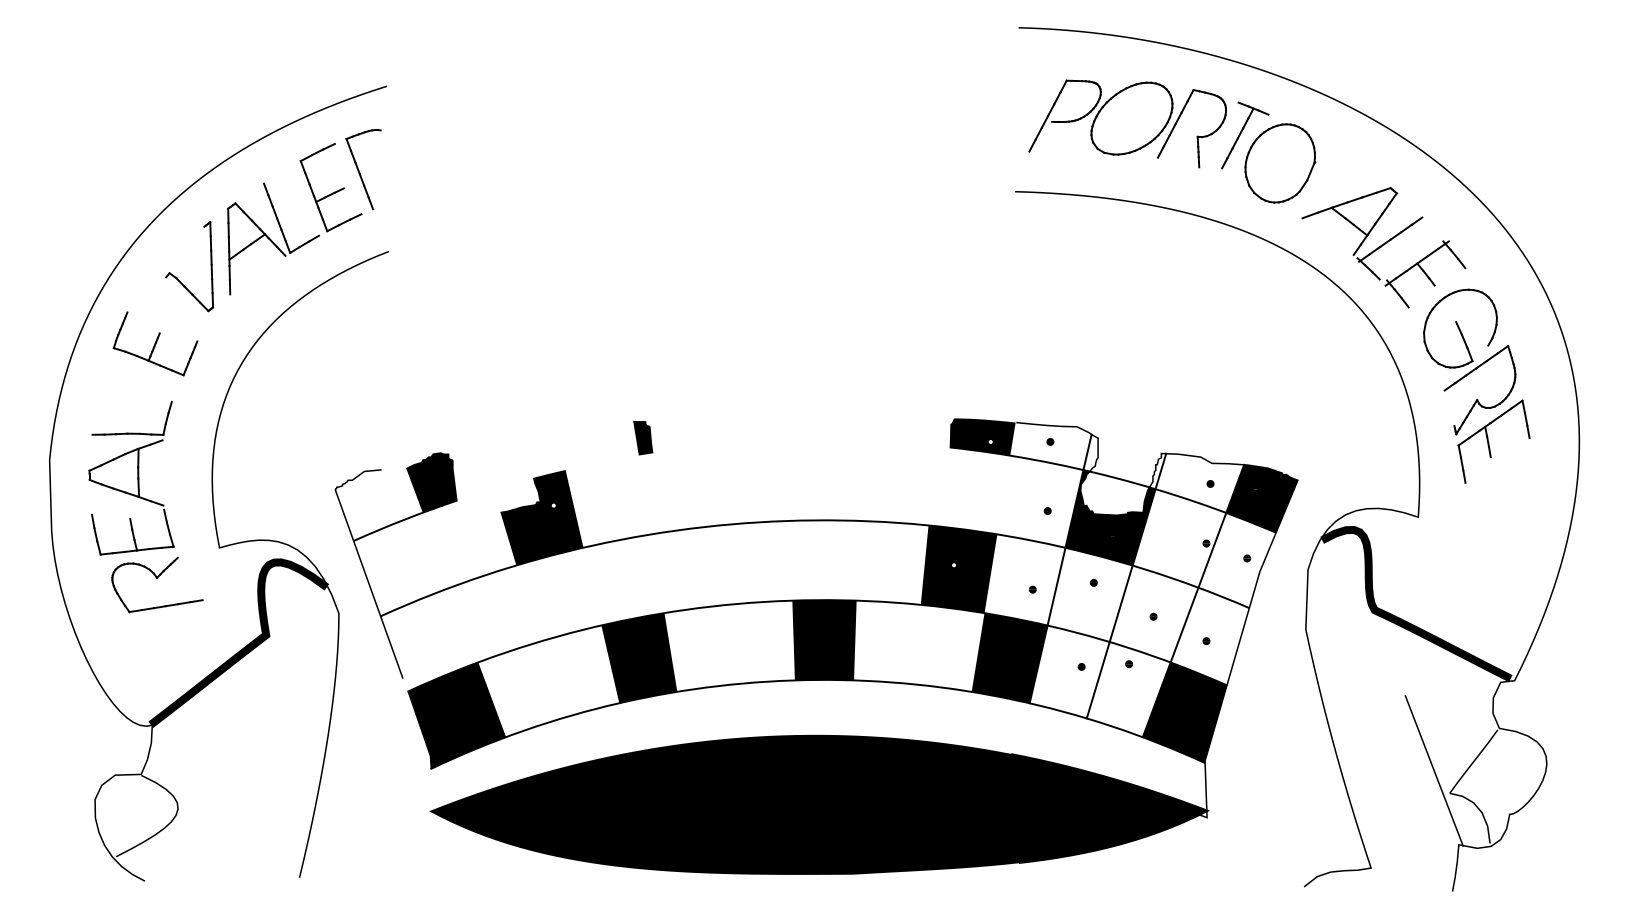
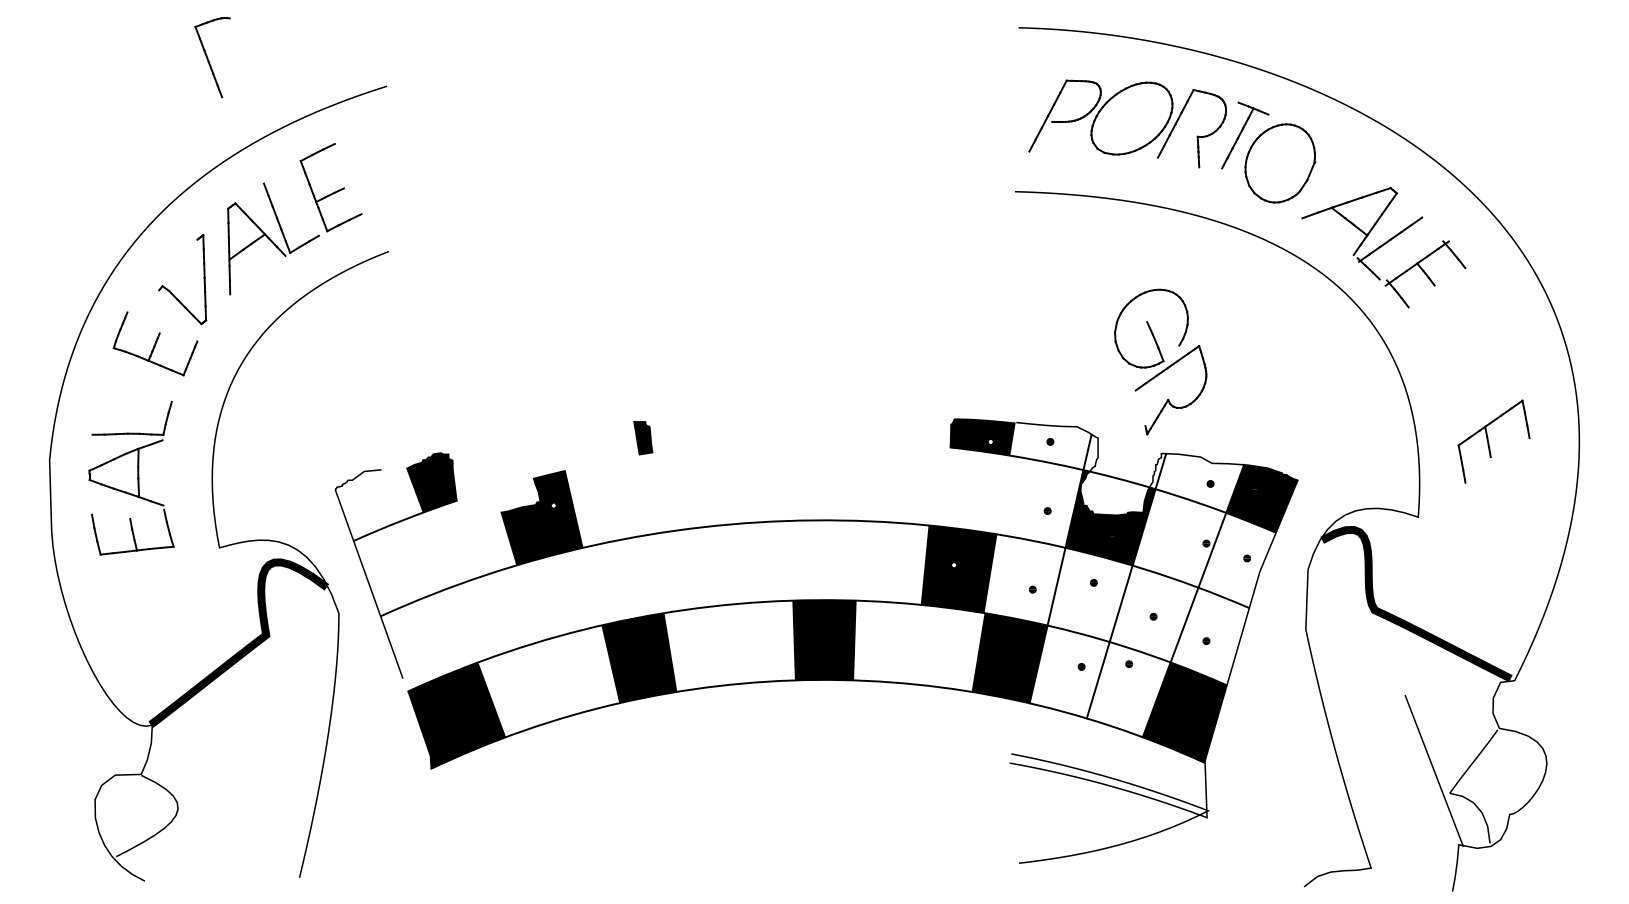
part at (363, 169) position: (363, 169) -> (212, 57)
part at (177, 277) position: (177, 277) -> (170, 290)
part at (1469, 361) position: (1469, 361) -> (1160, 361)
part at (157, 584): present -> none
fill at (818, 804): present -> none
